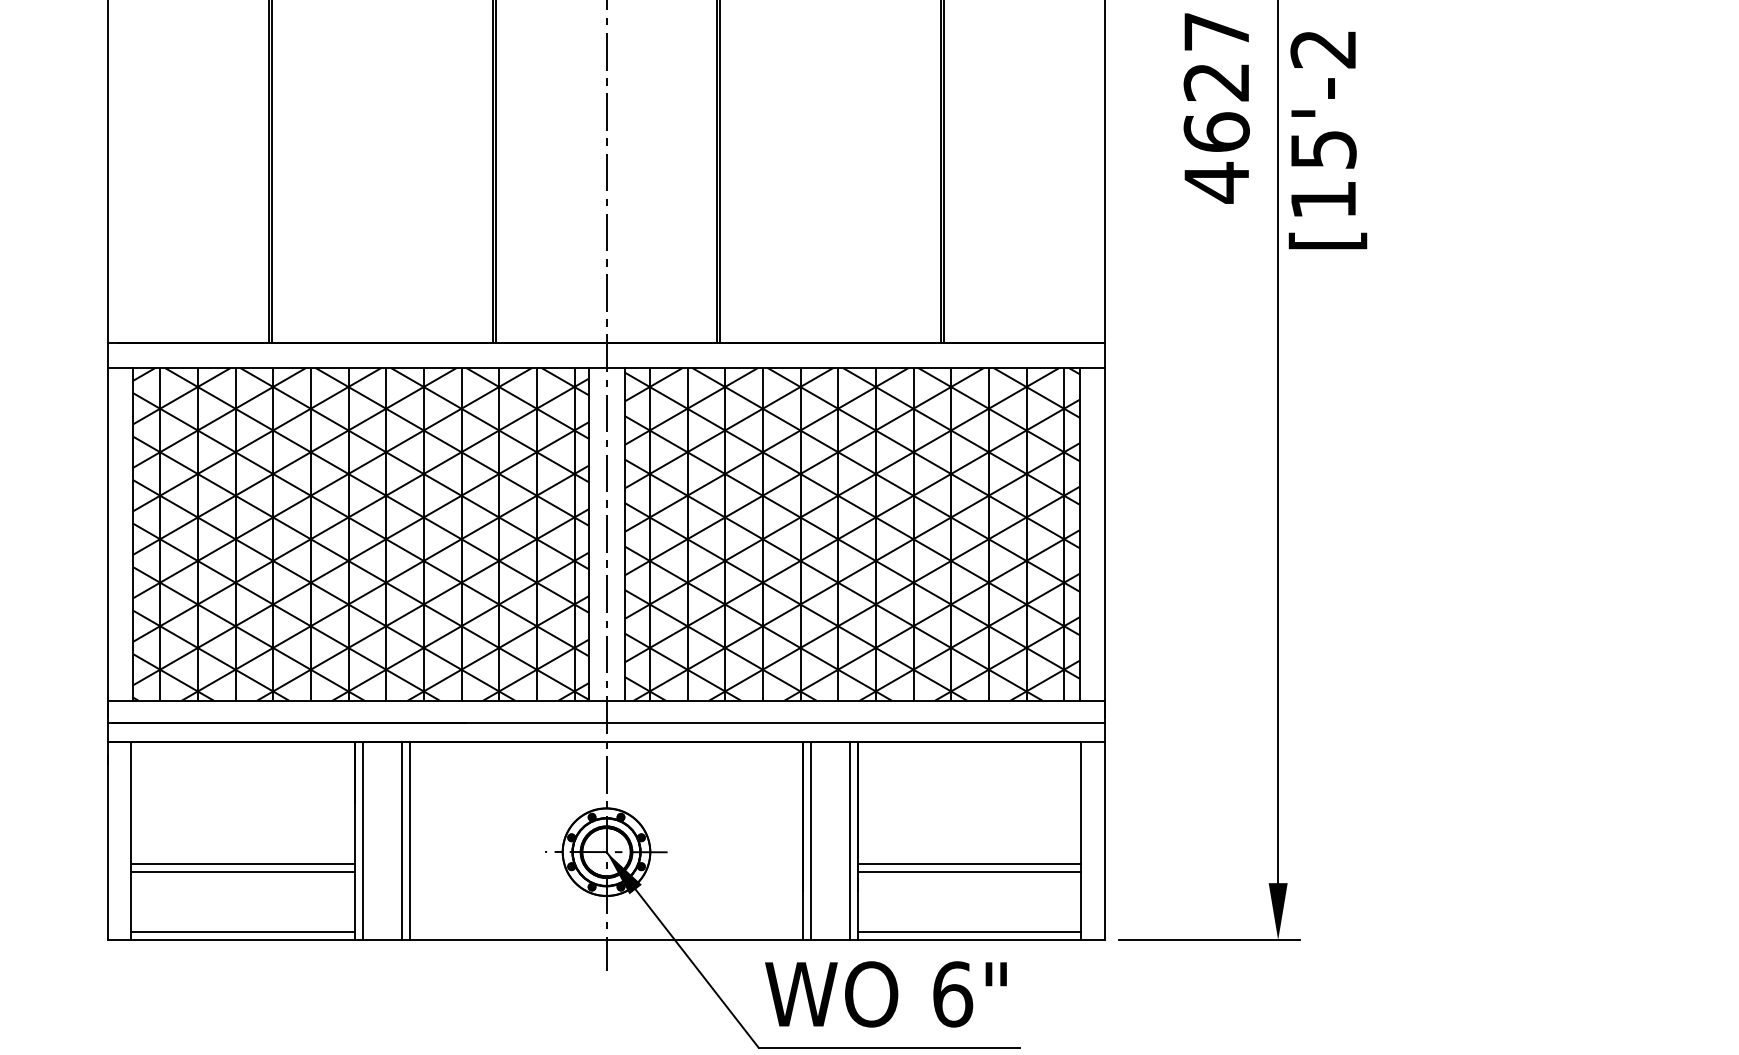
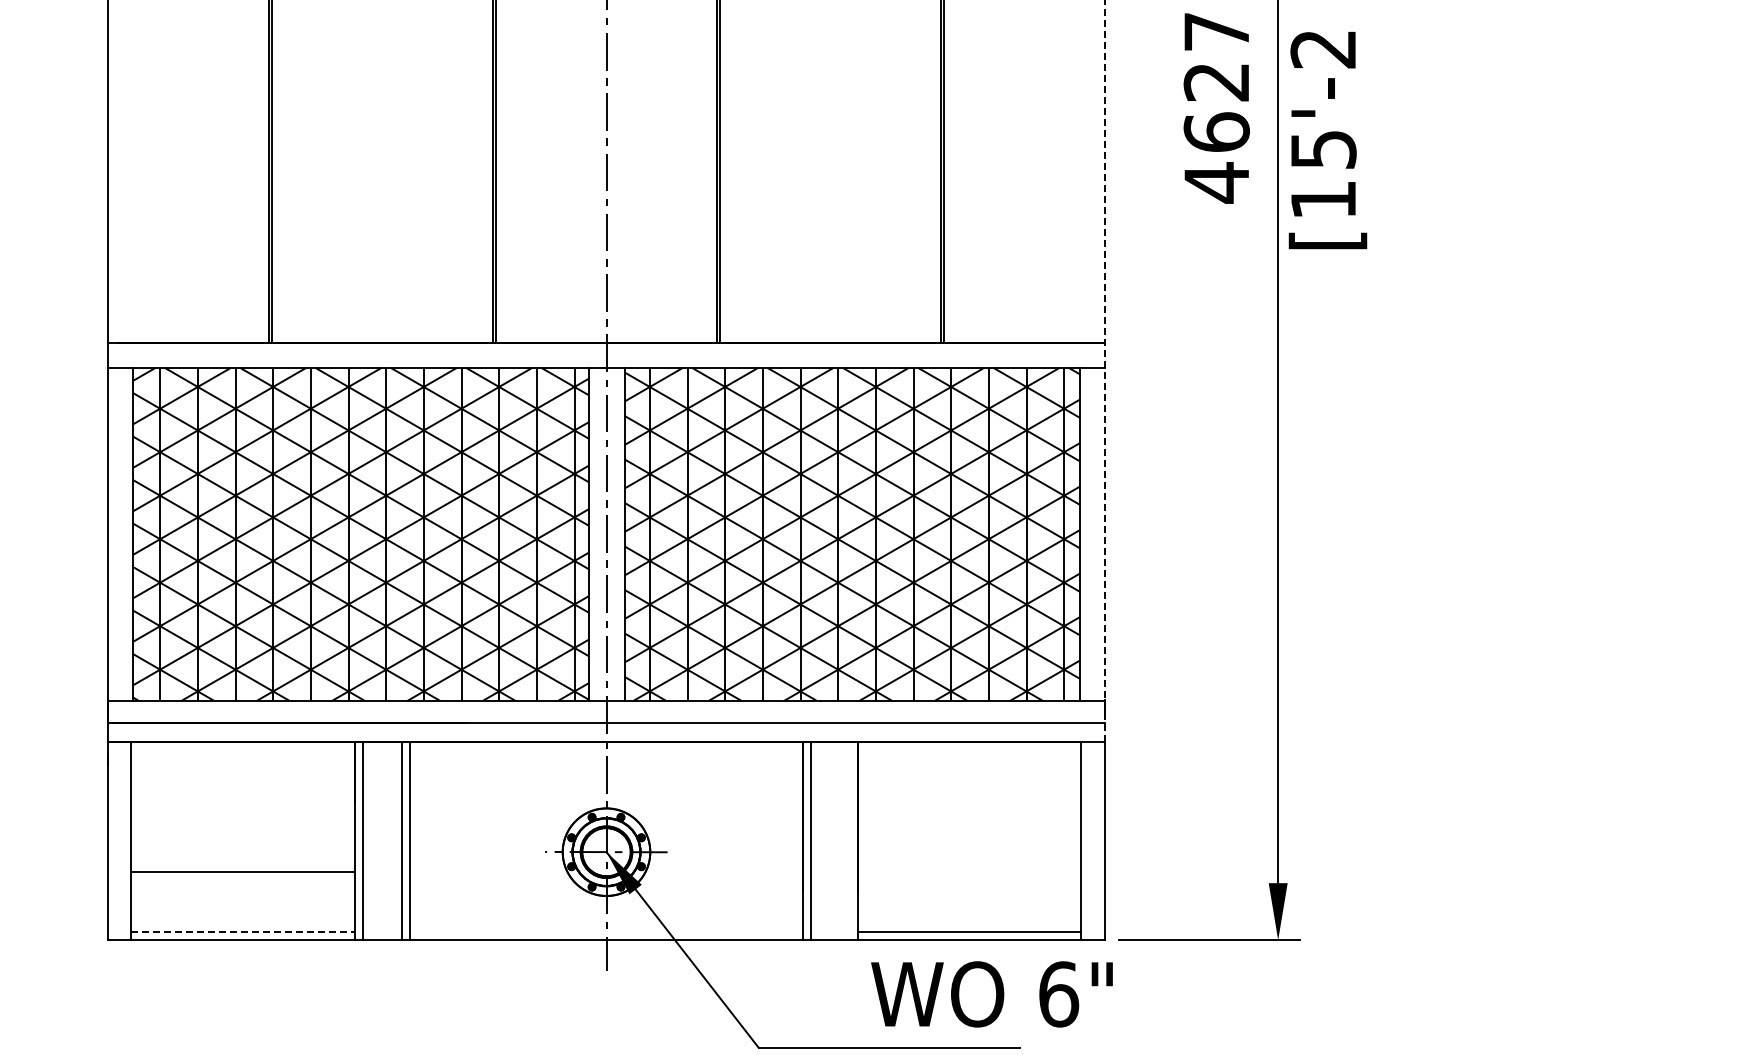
line at (1104, 371): solid -> dashed
line at (850, 841): present -> none
line at (242, 863): present -> none
line at (969, 863): present -> none
line at (969, 871): present -> none
line at (243, 932): solid -> dashed
text at (885, 994) position: (885, 994) -> (991, 994)
